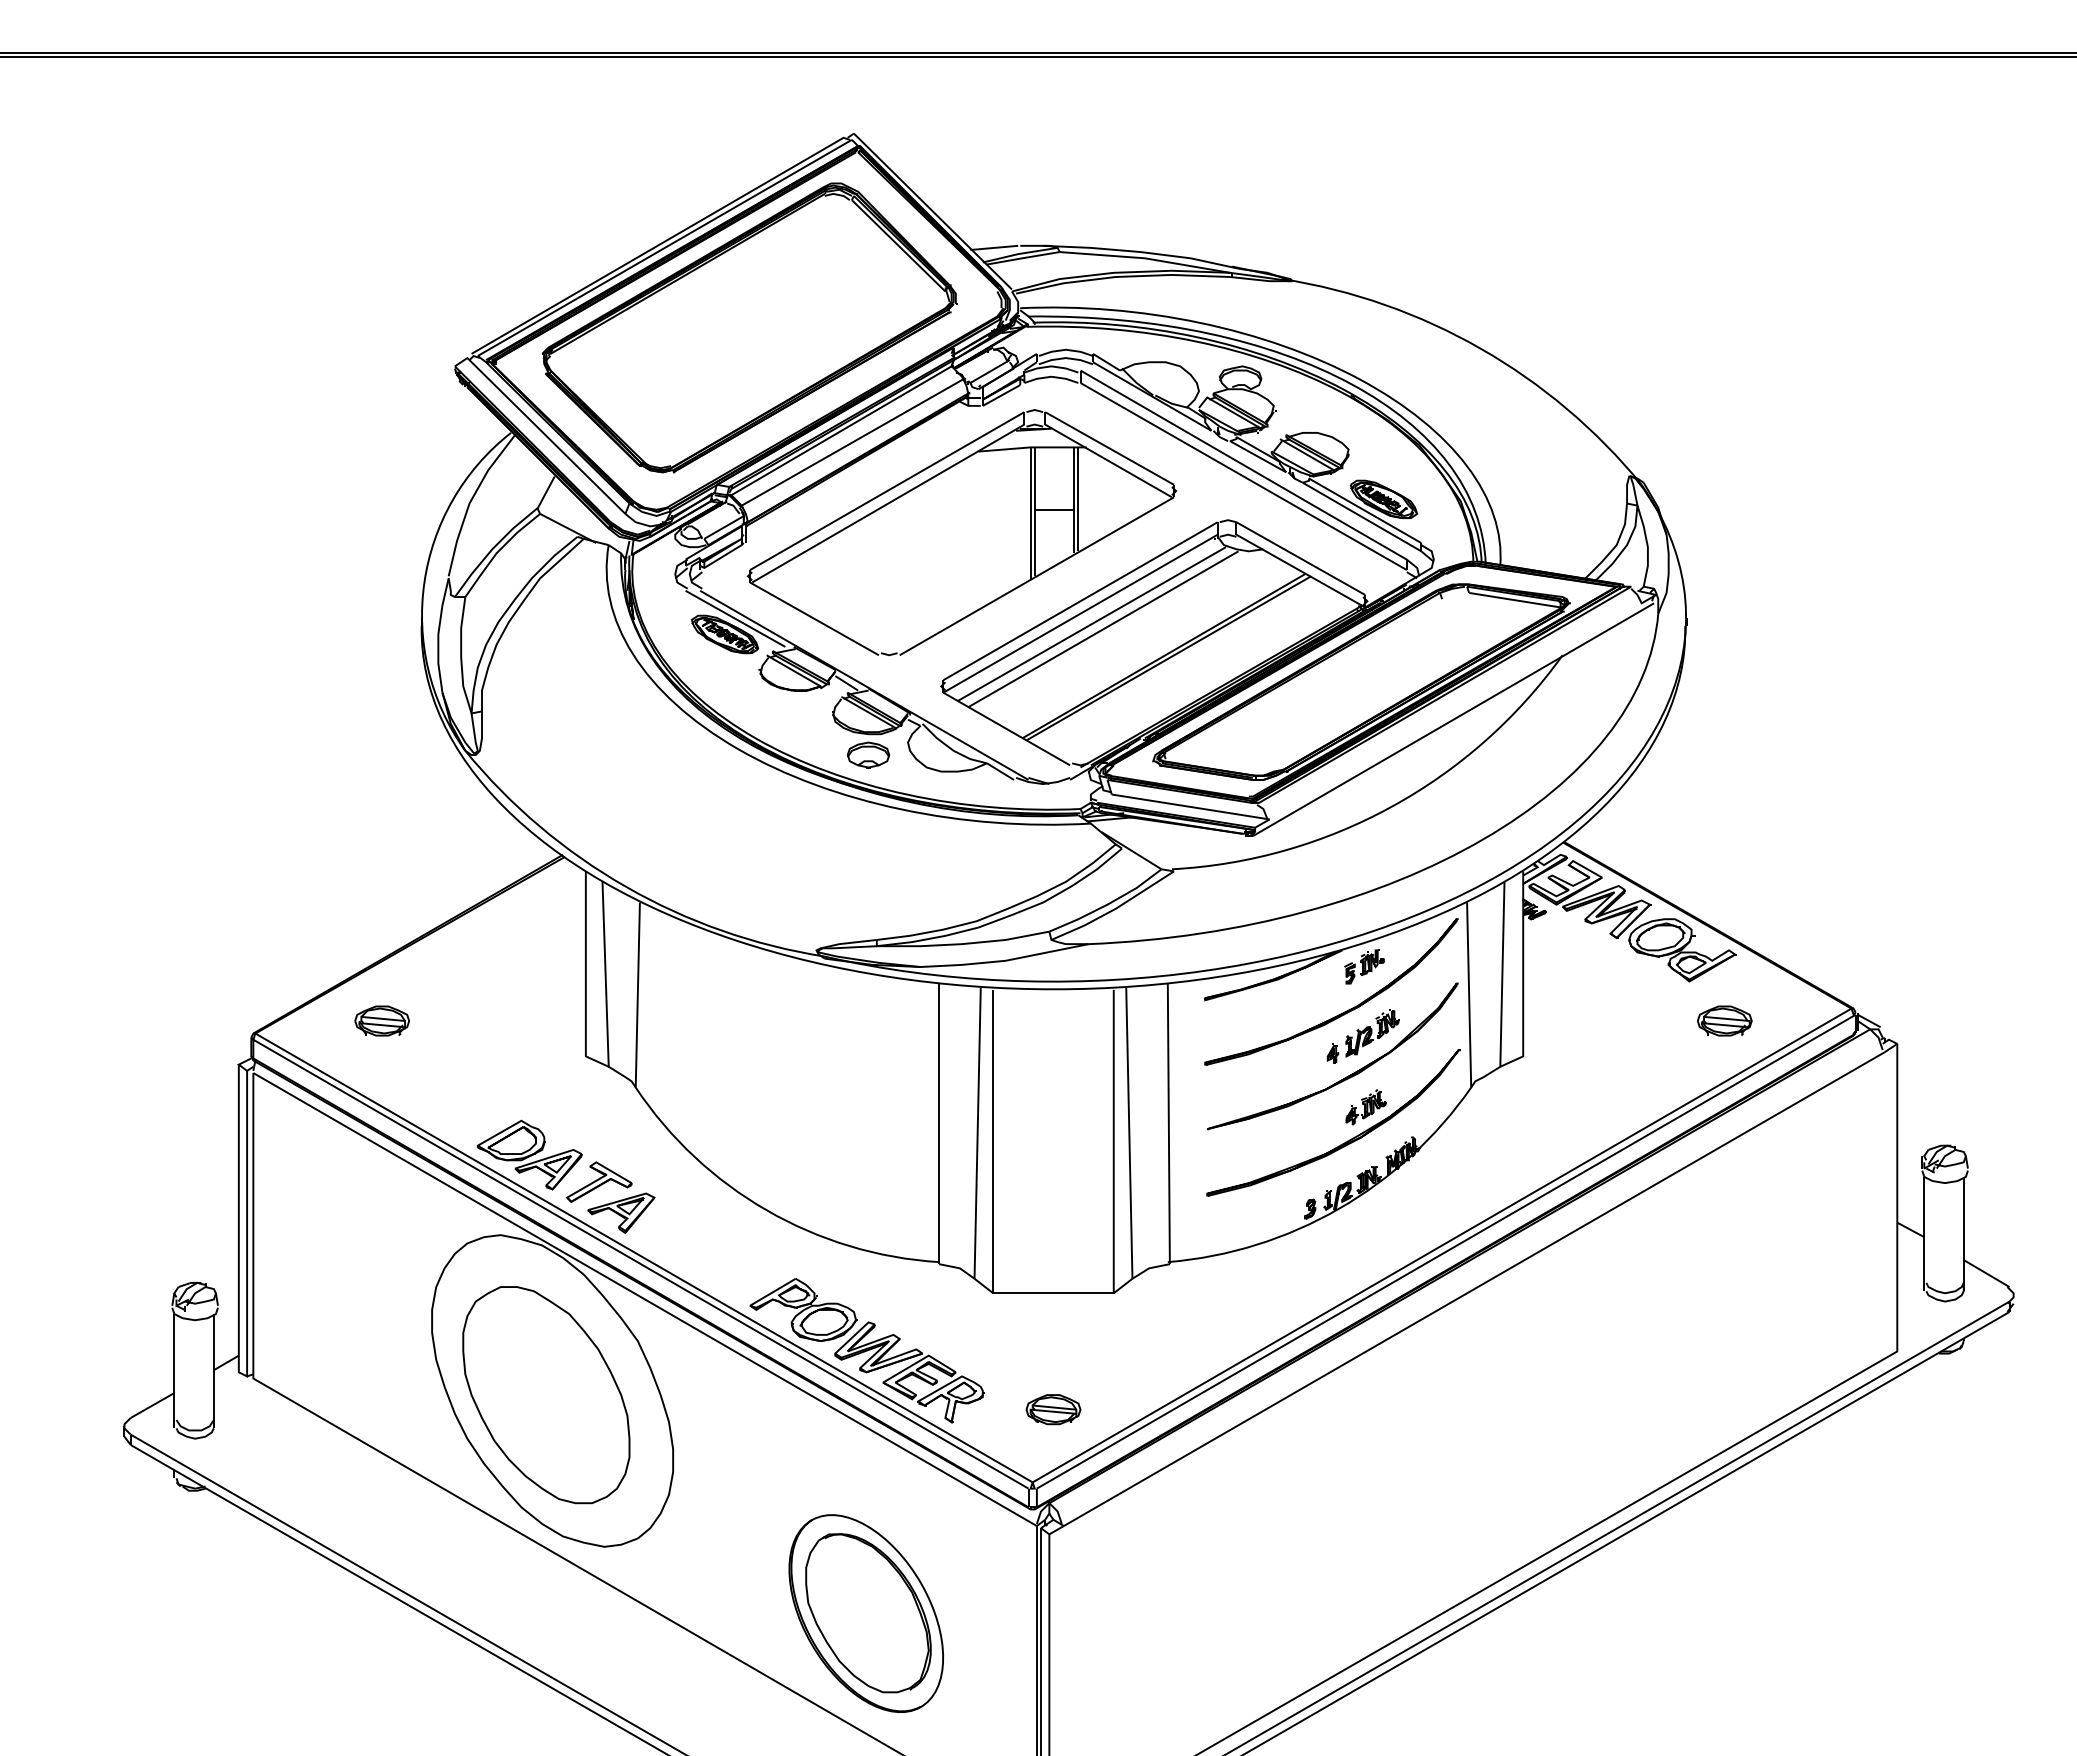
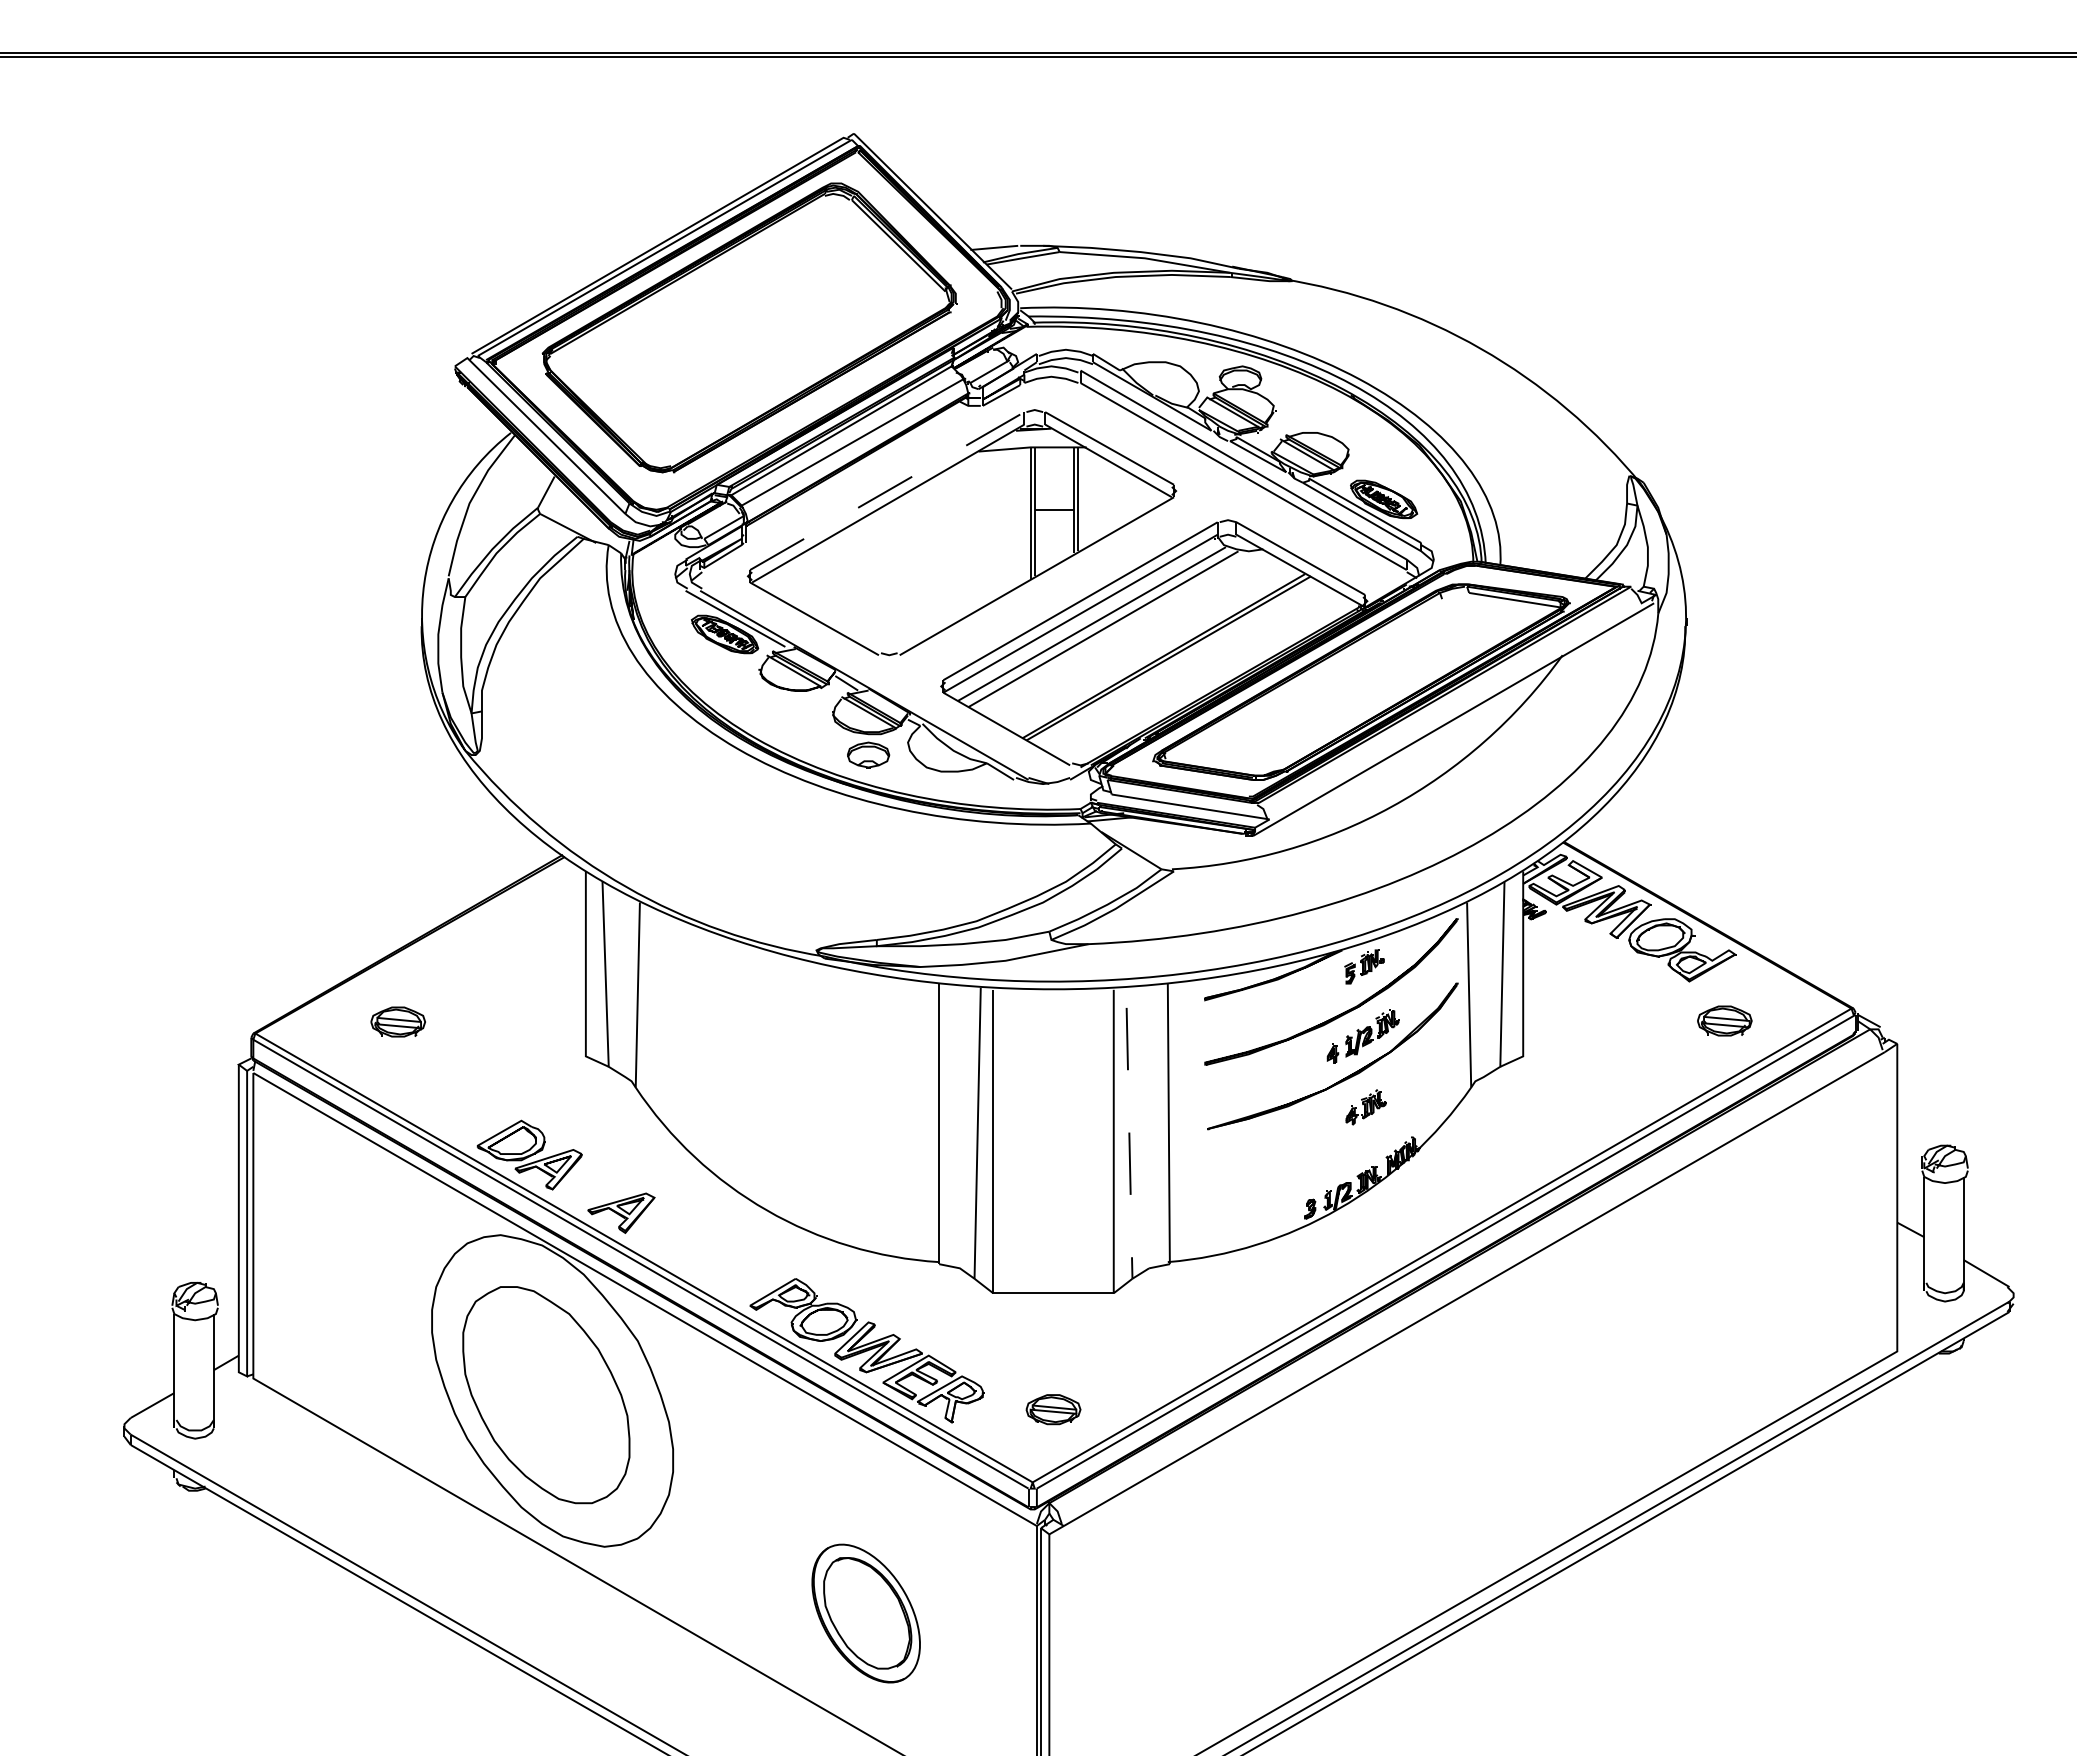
line at (887, 490): solid -> dashed
part at (381, 1020) position: (381, 1020) -> (397, 1021)
part at (1345, 1141): present -> none
line at (1129, 1155): solid -> dashed
part at (598, 1181): present -> none
part at (865, 1613) size: 156x199 px -> 110x141 px
